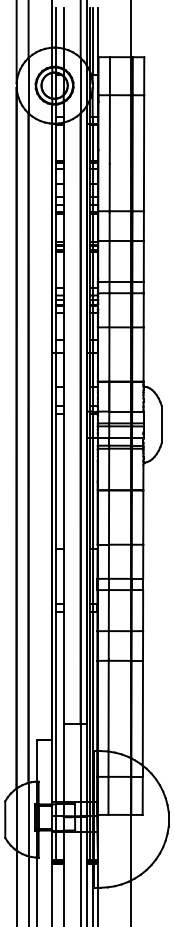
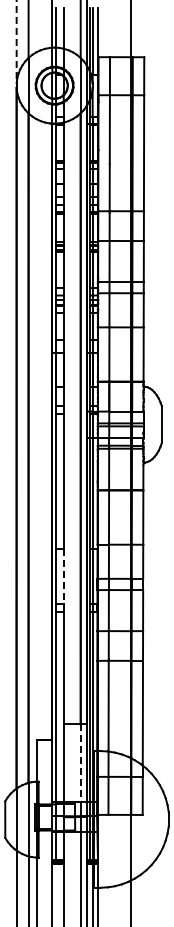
line at (16, 42): solid -> dashed
line at (63, 576): solid -> dashed
line at (80, 763): solid -> dashed
